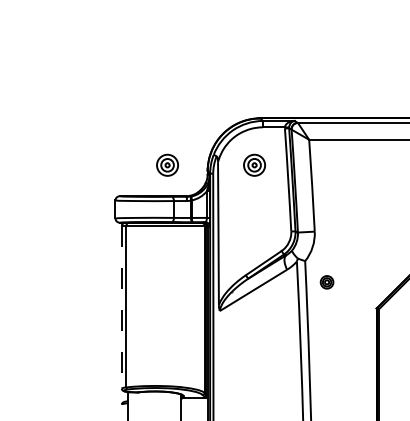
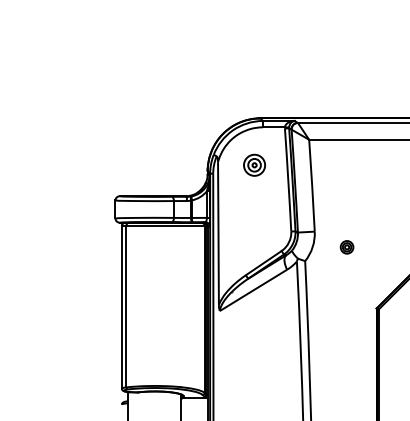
part at (167, 164): present -> none
part at (326, 282) position: (326, 282) -> (346, 247)
line at (121, 307): dashed -> solid
